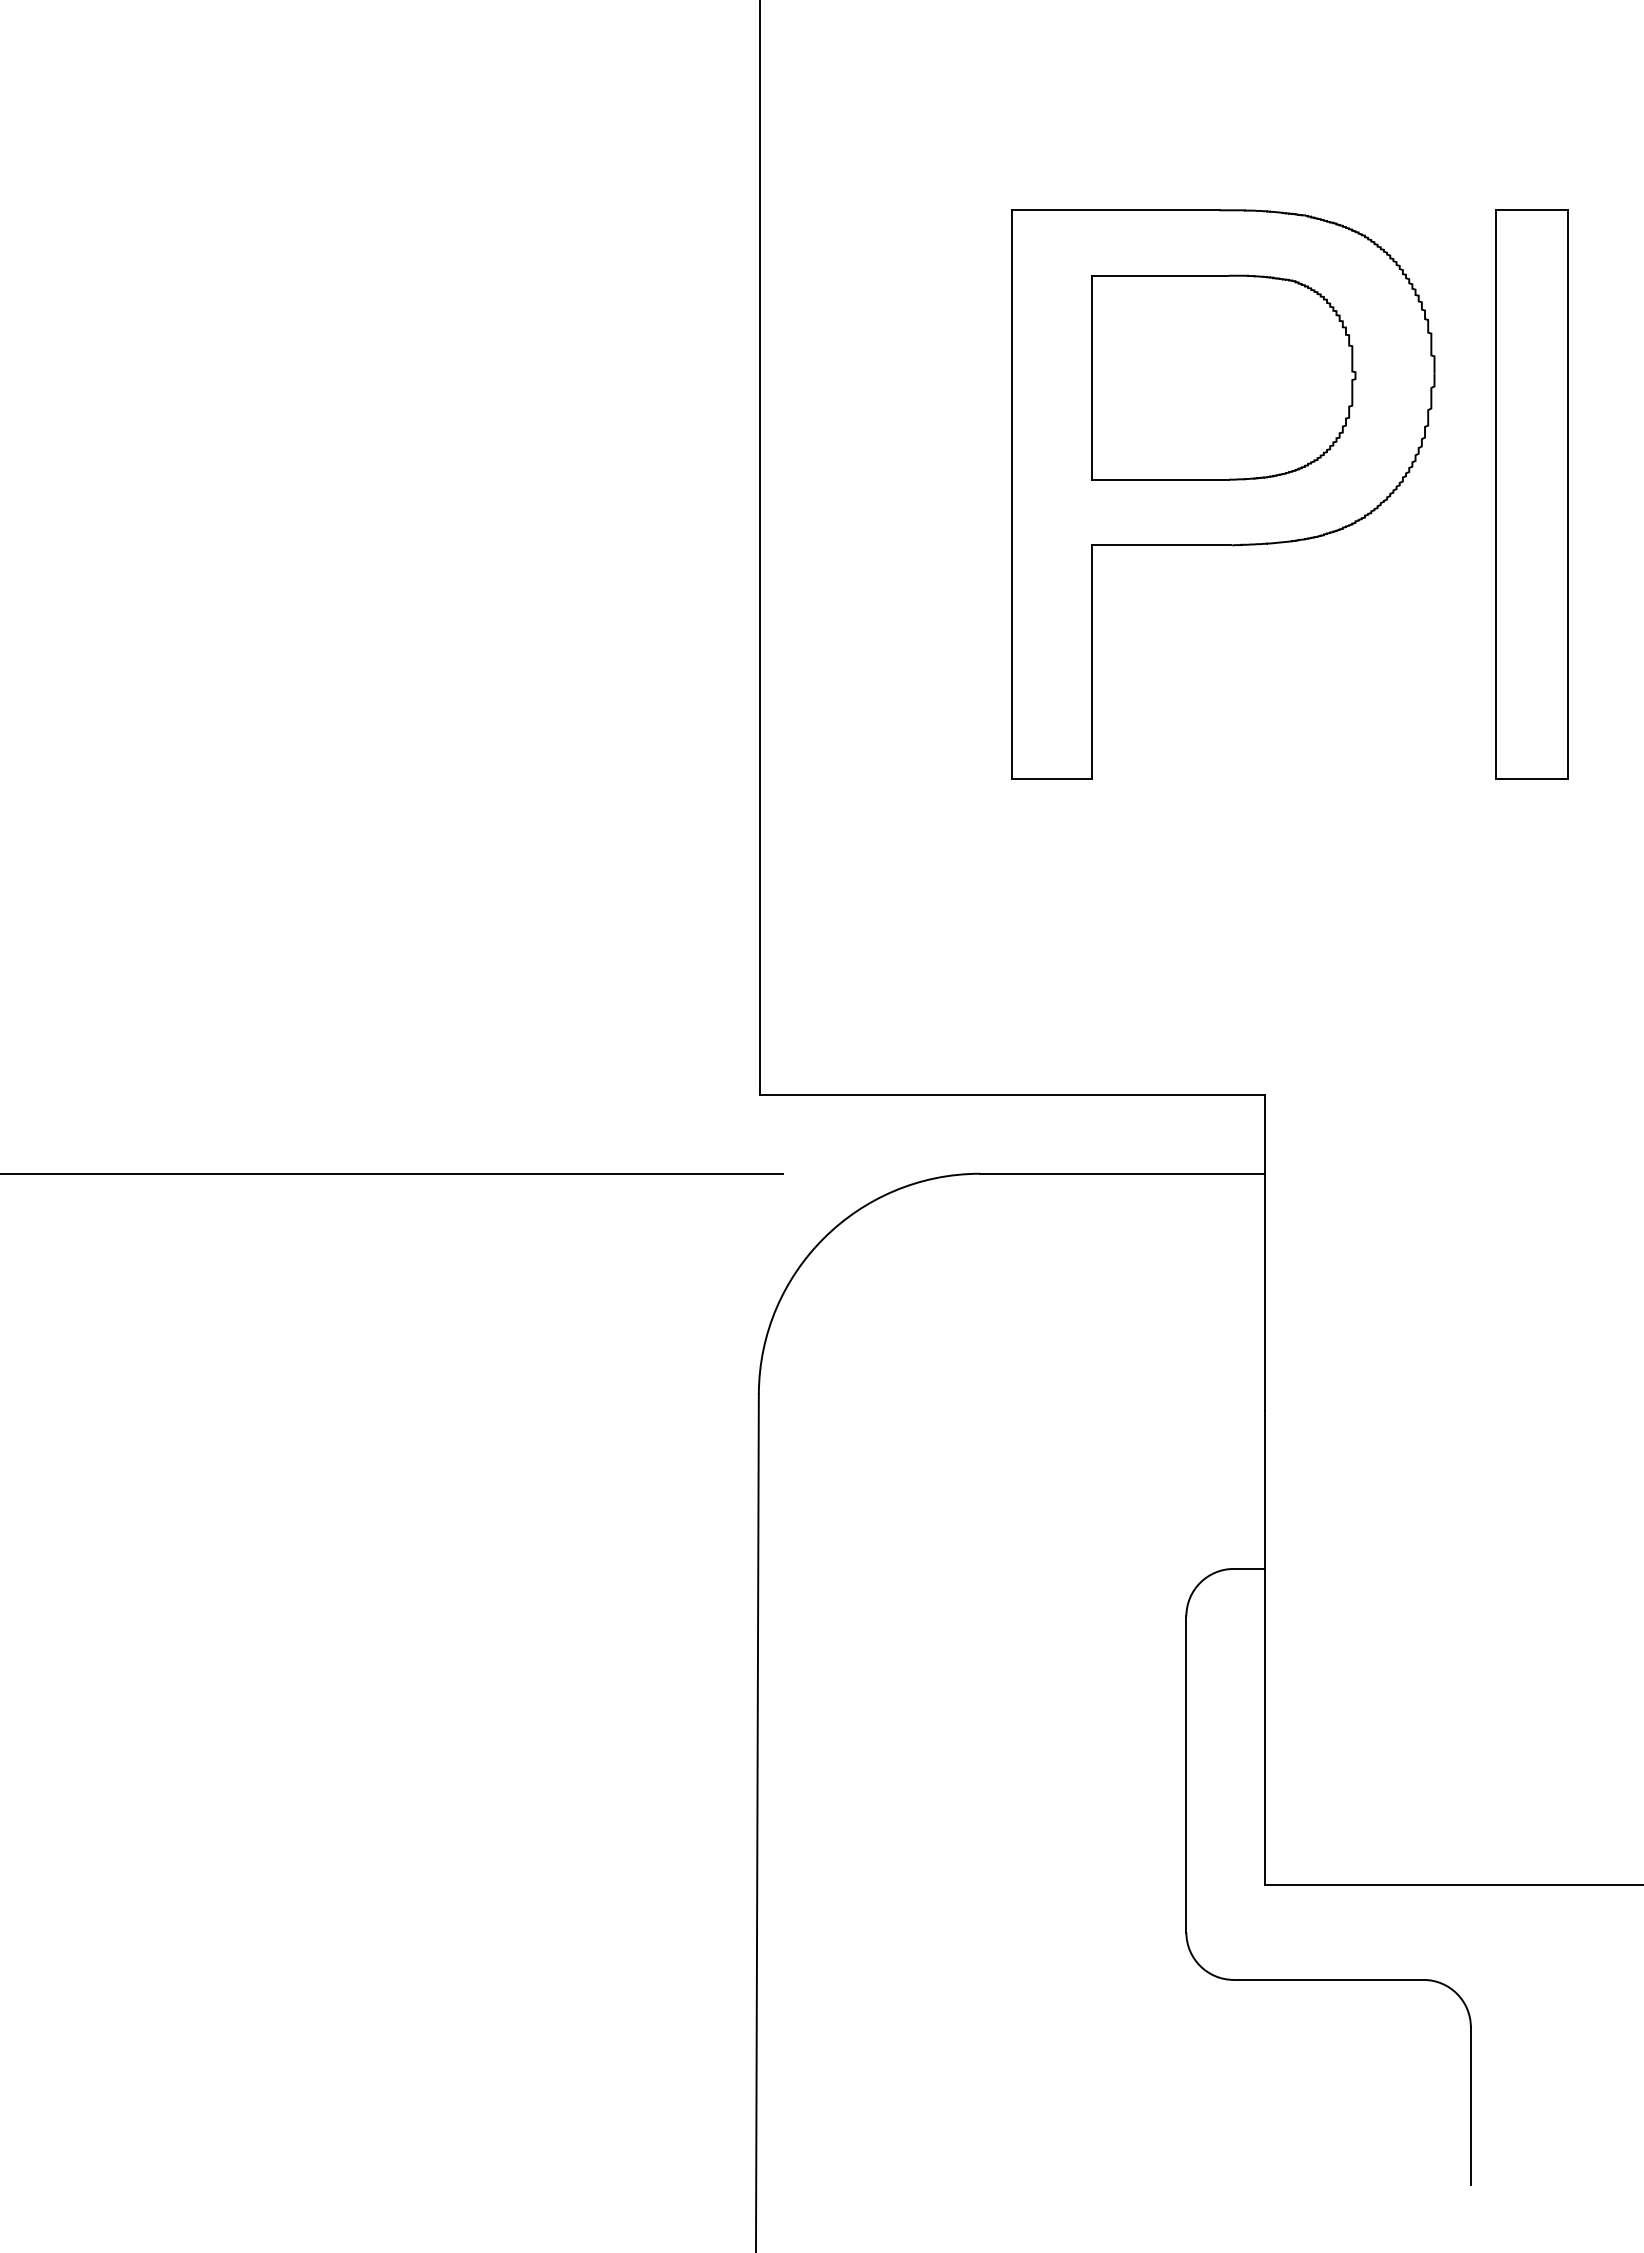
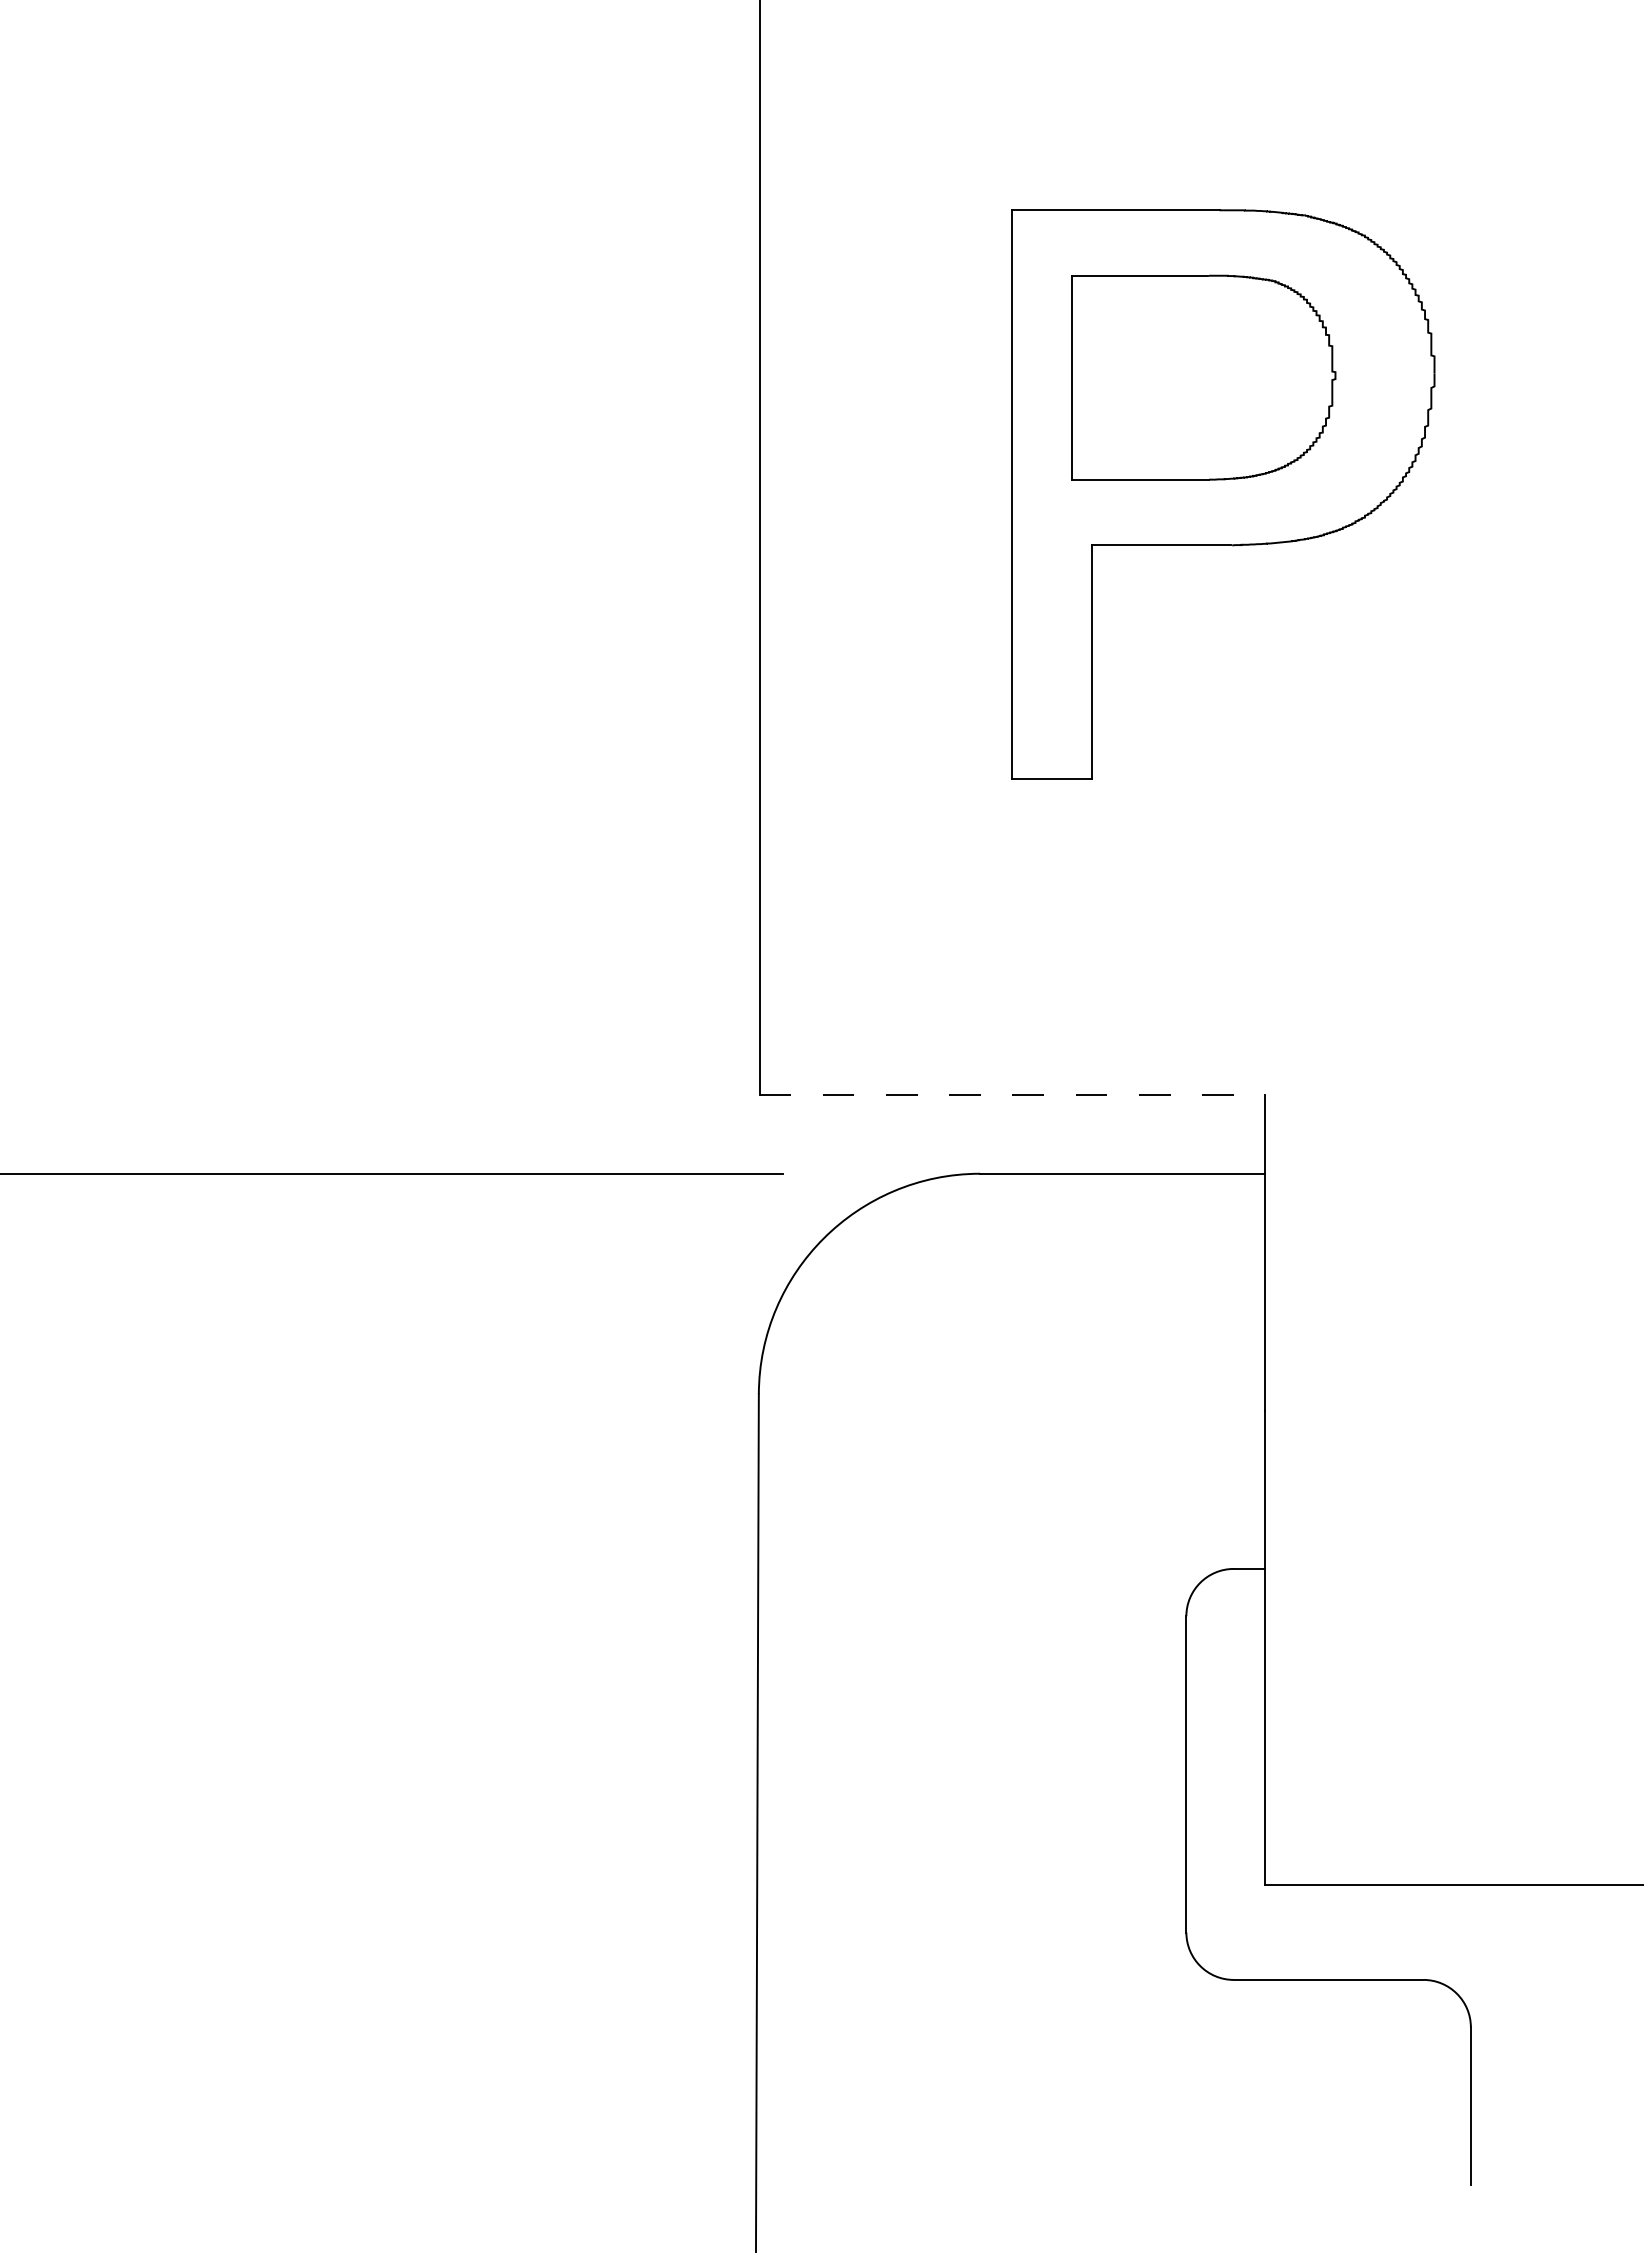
part at (1223, 377) position: (1223, 377) -> (1203, 377)
part at (1531, 494): present -> none
line at (1012, 1094): solid -> dashed
